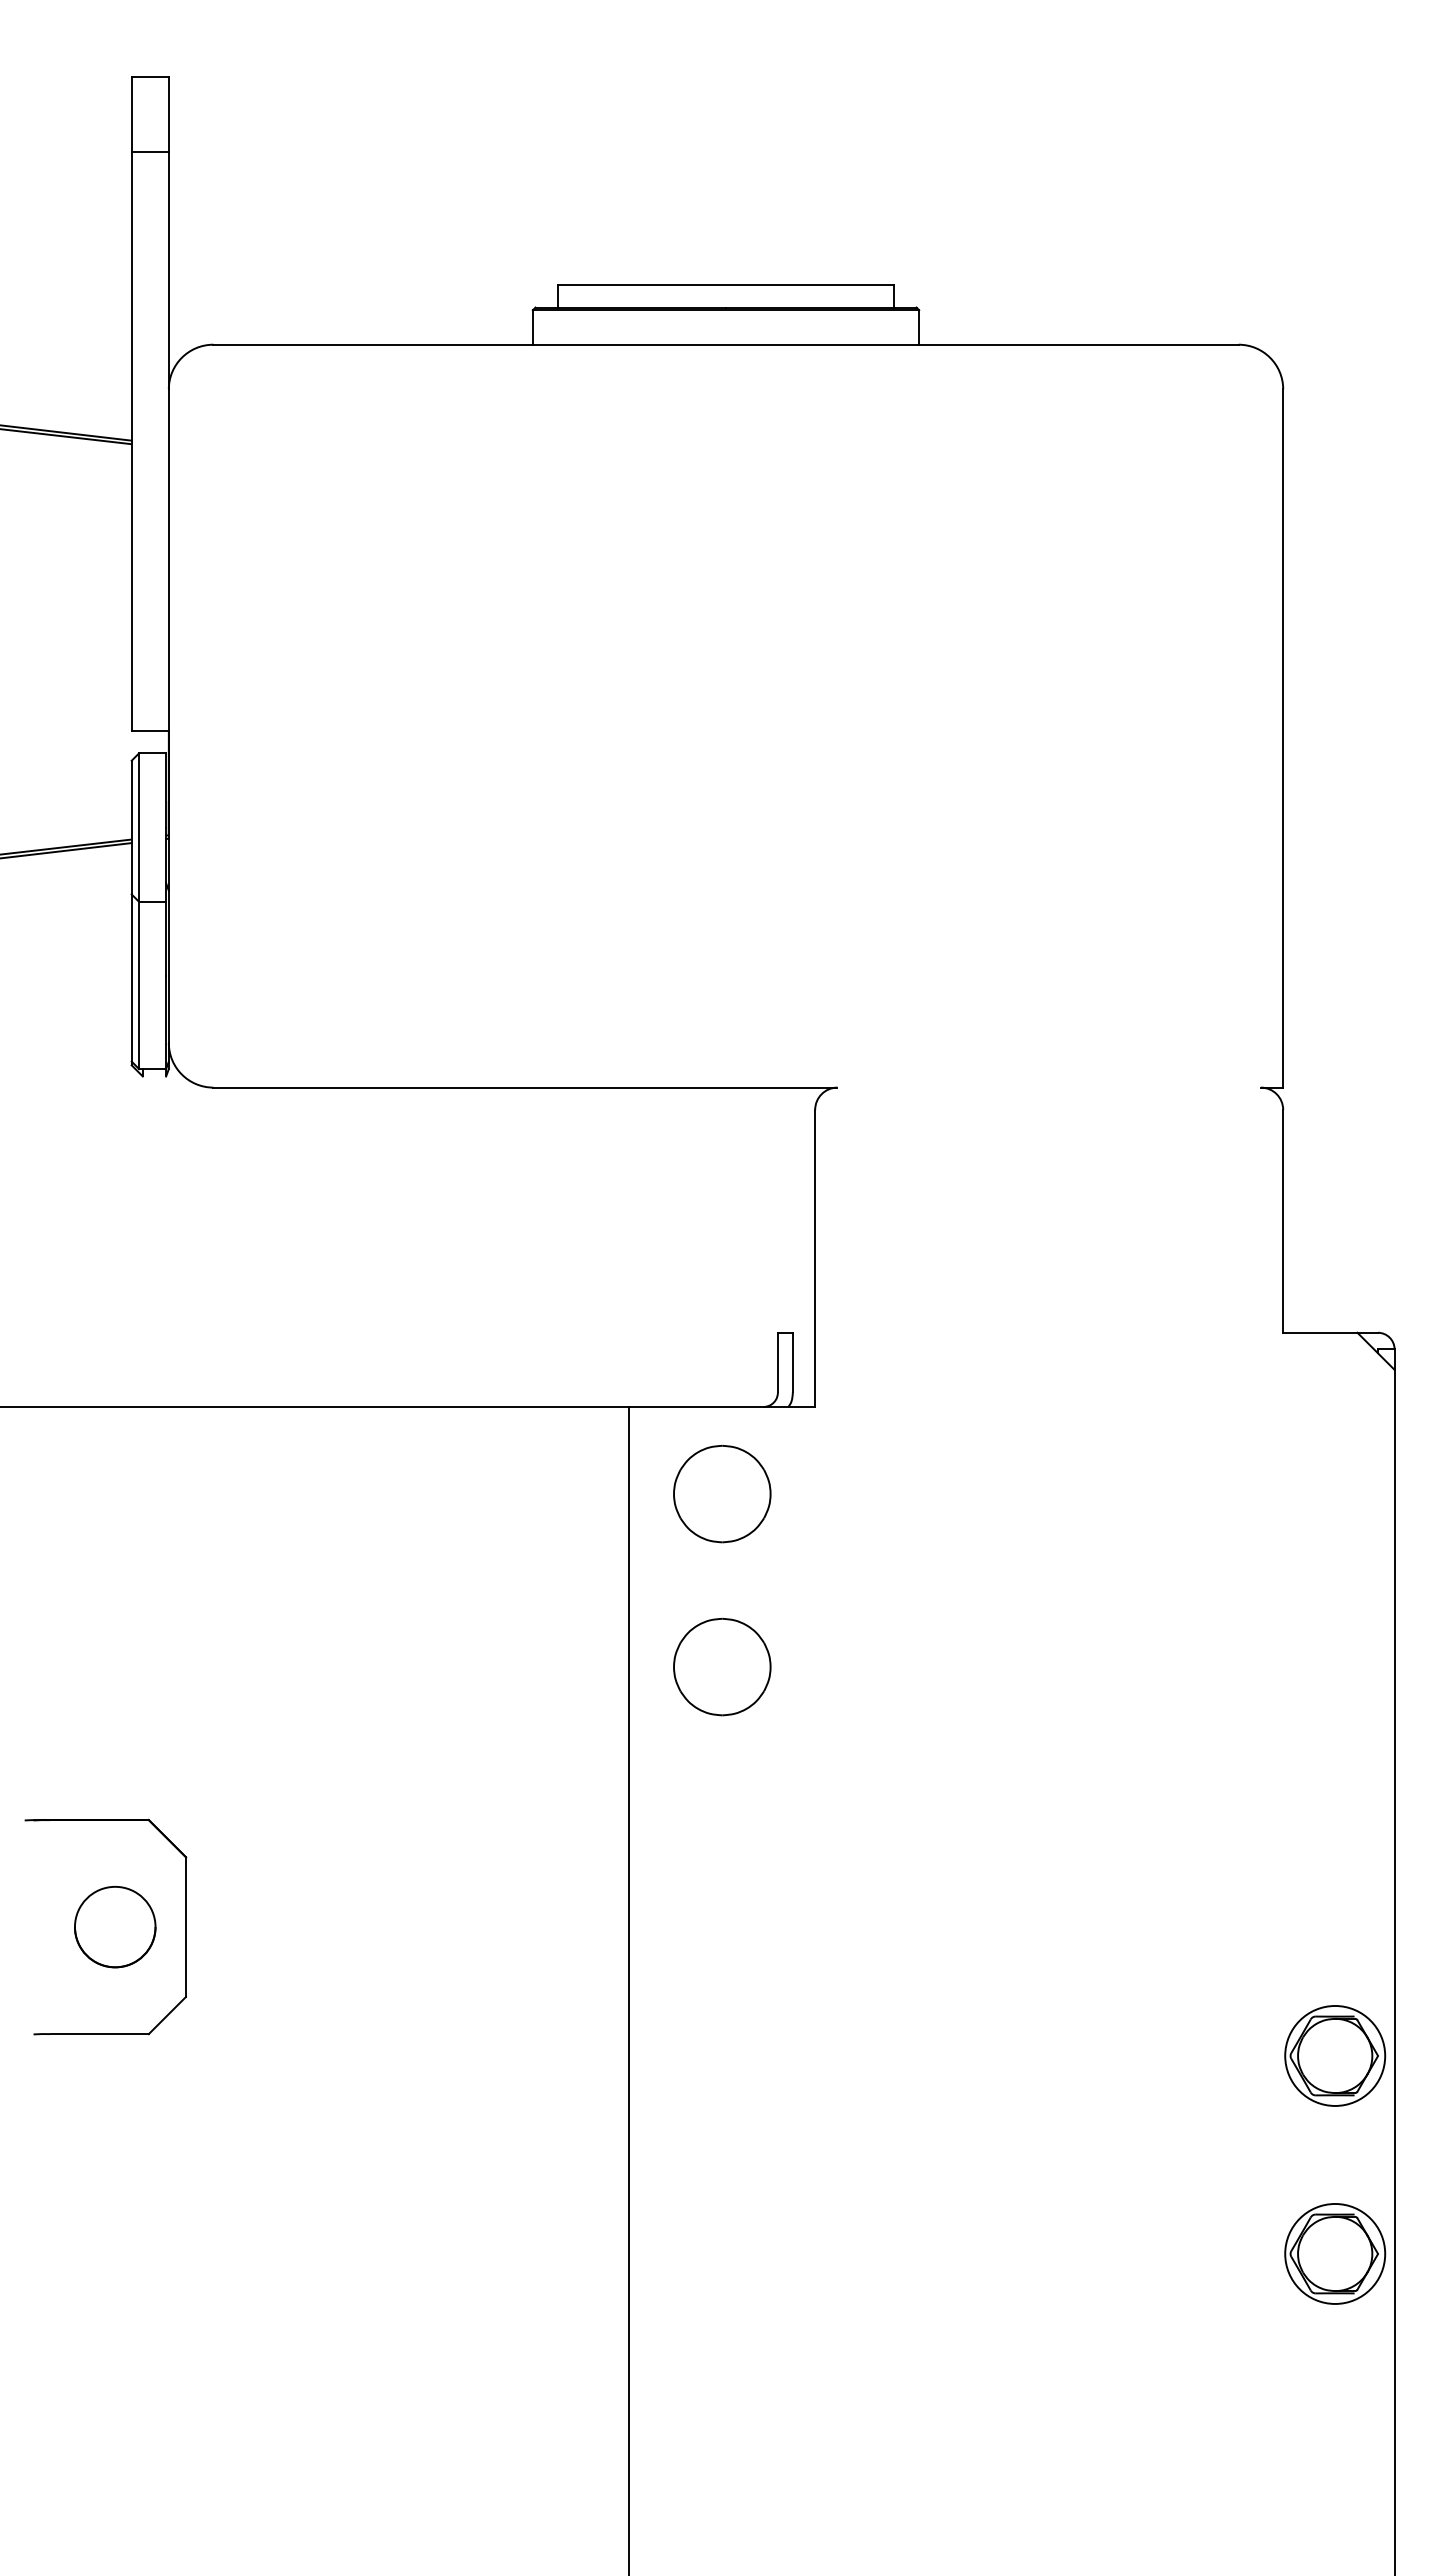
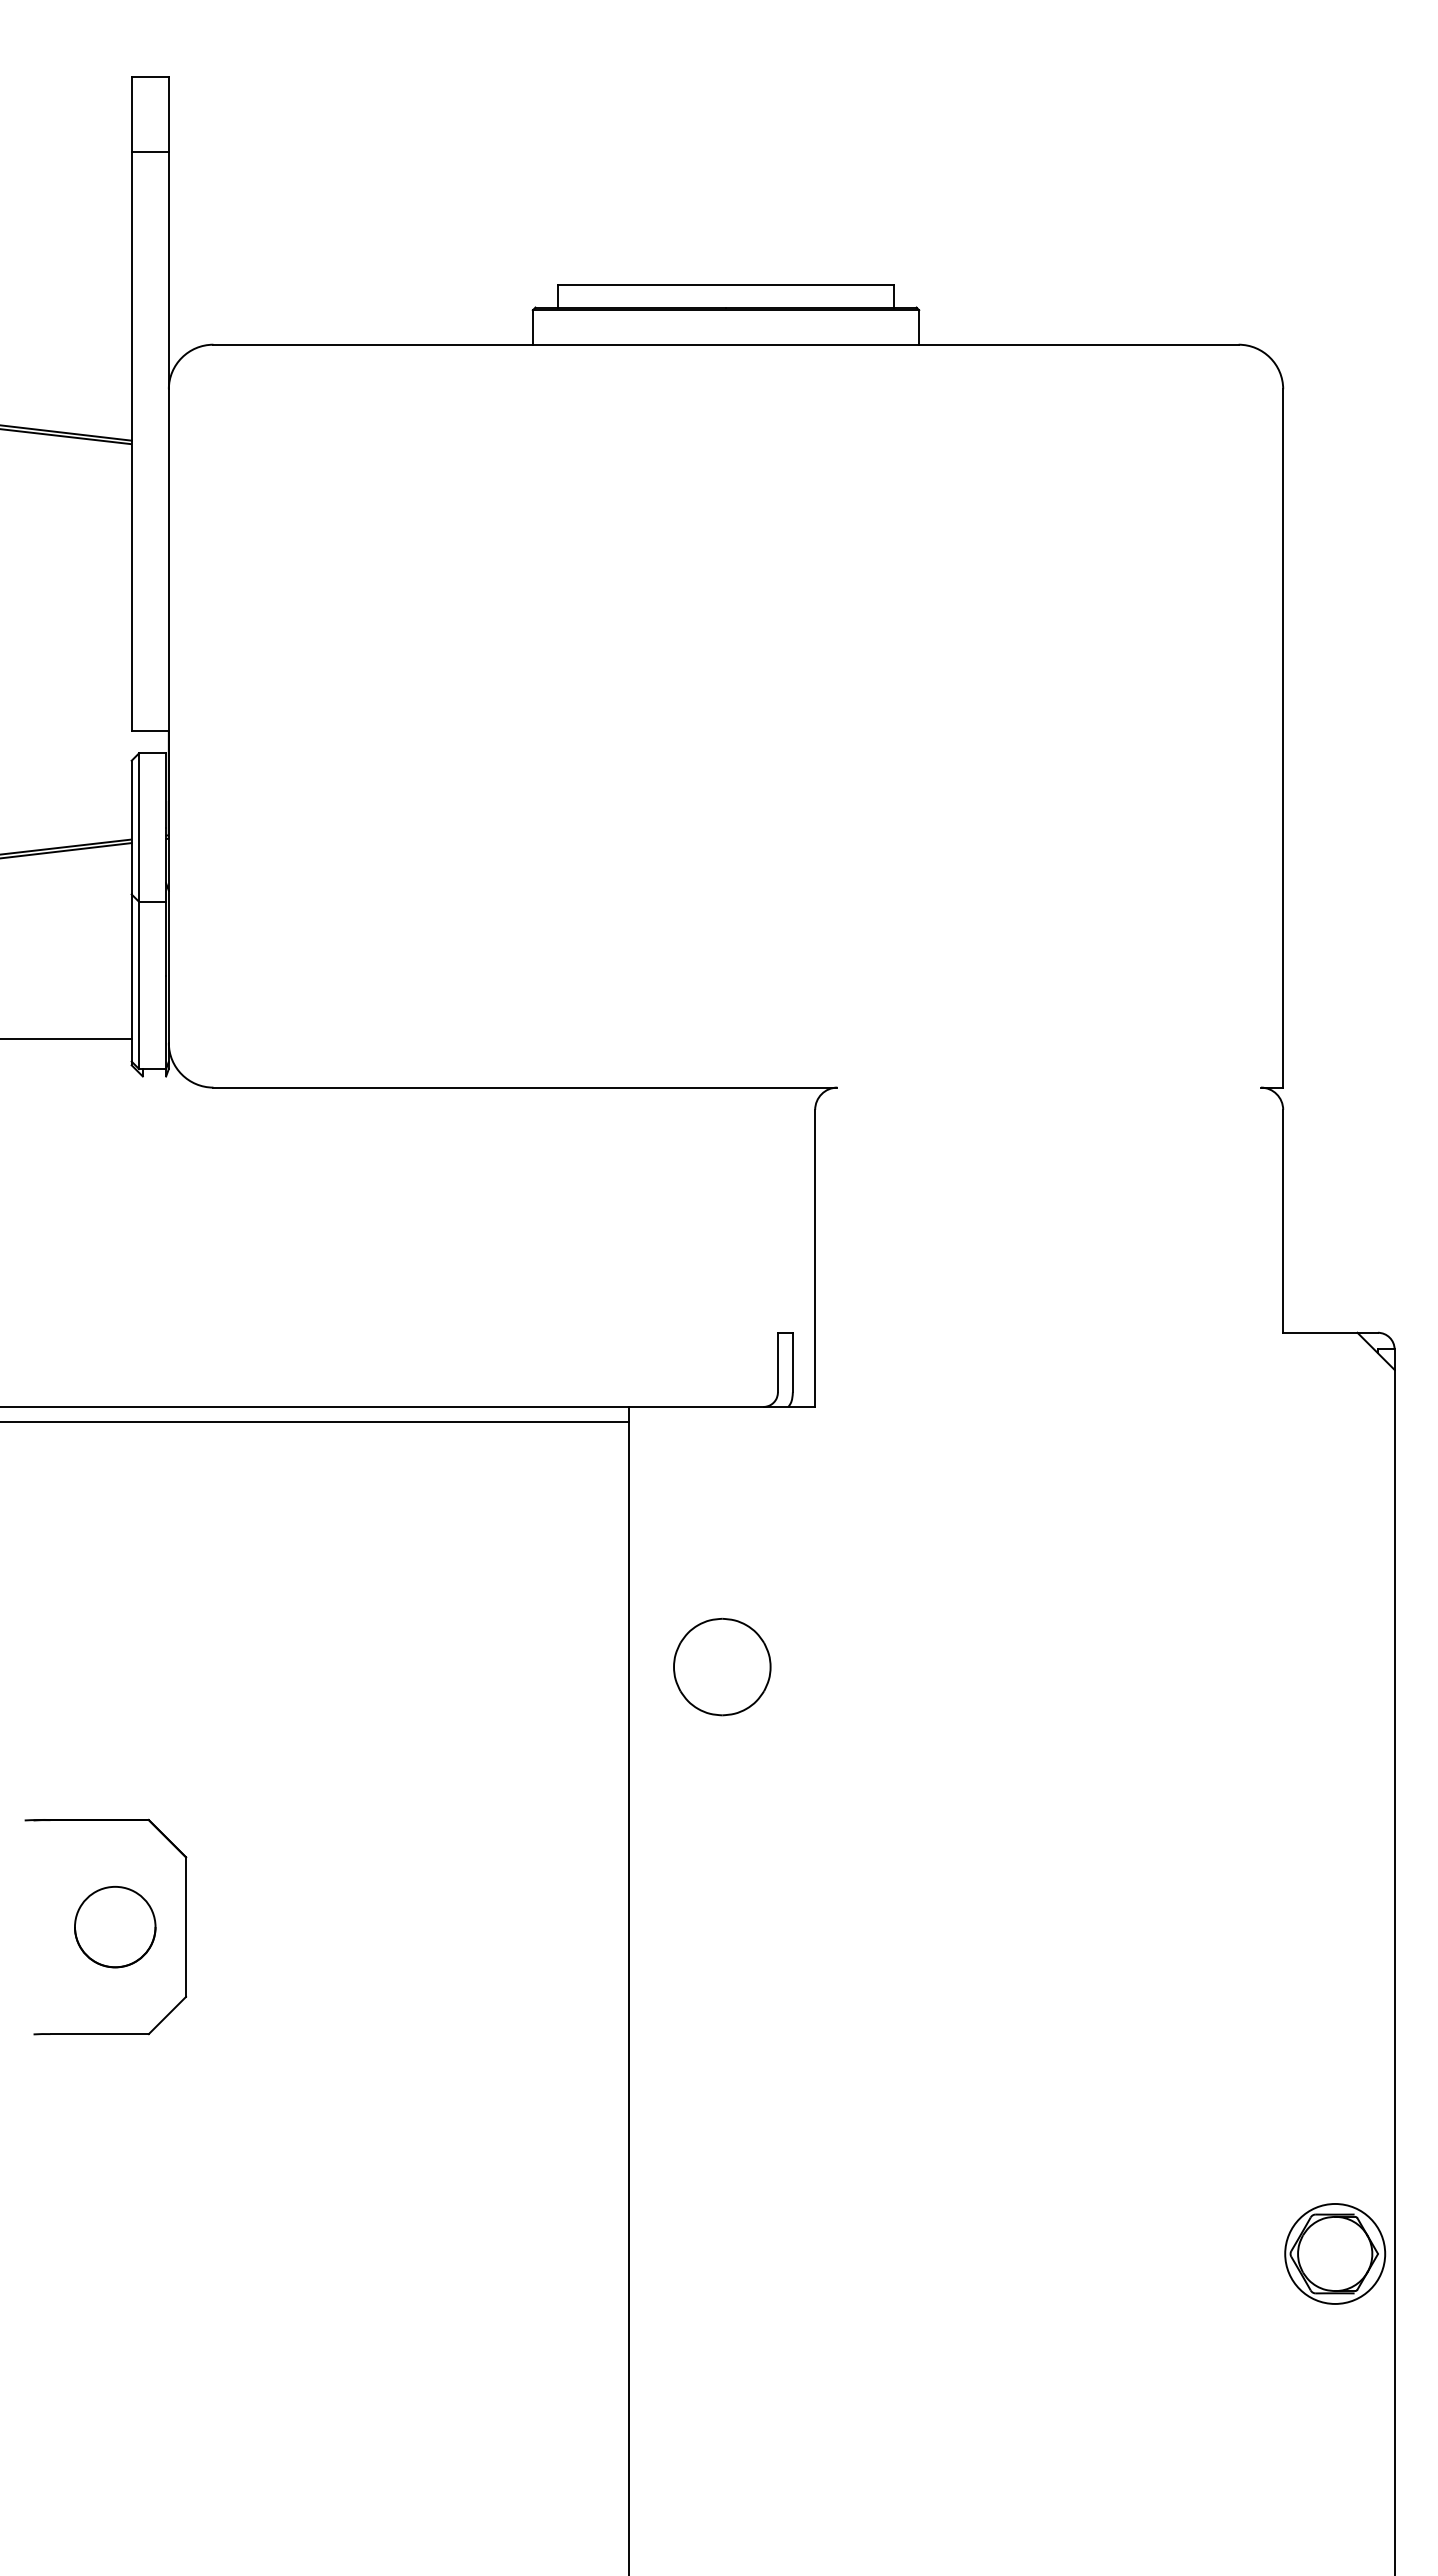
line at (66, 1039): none -> present
line at (315, 1421): none -> present
part at (722, 1493): present -> none
part at (1335, 2055): present -> none
